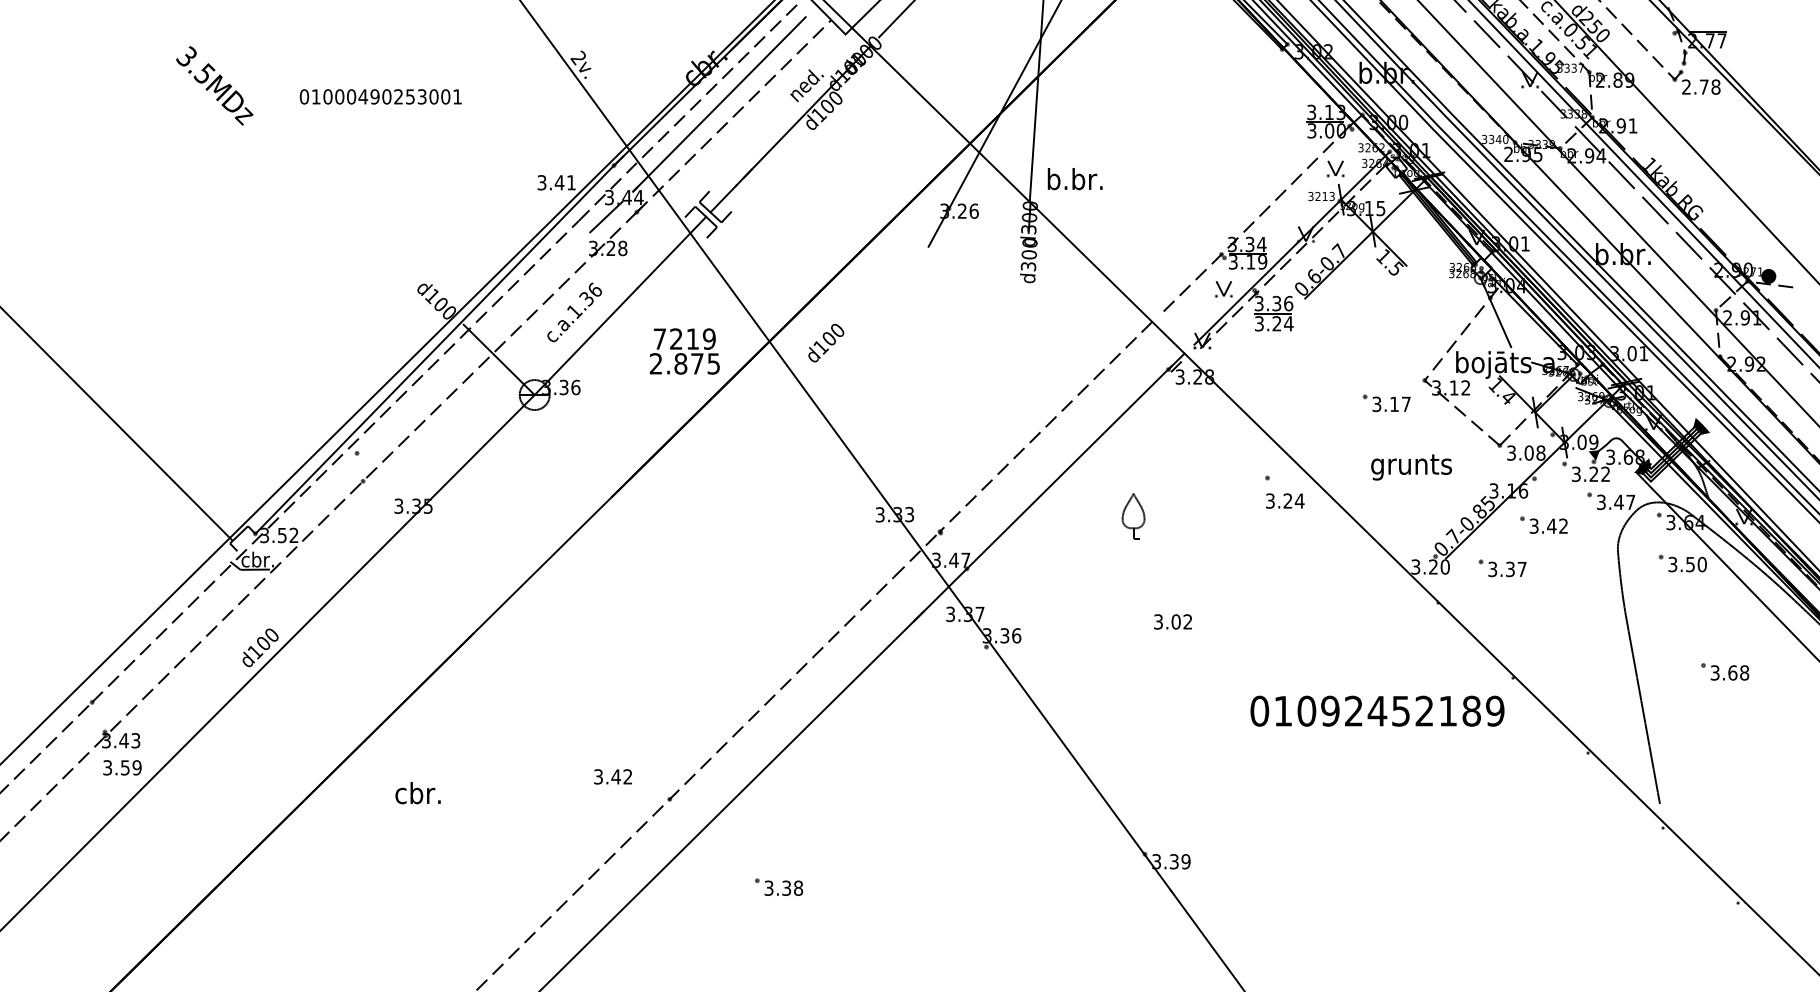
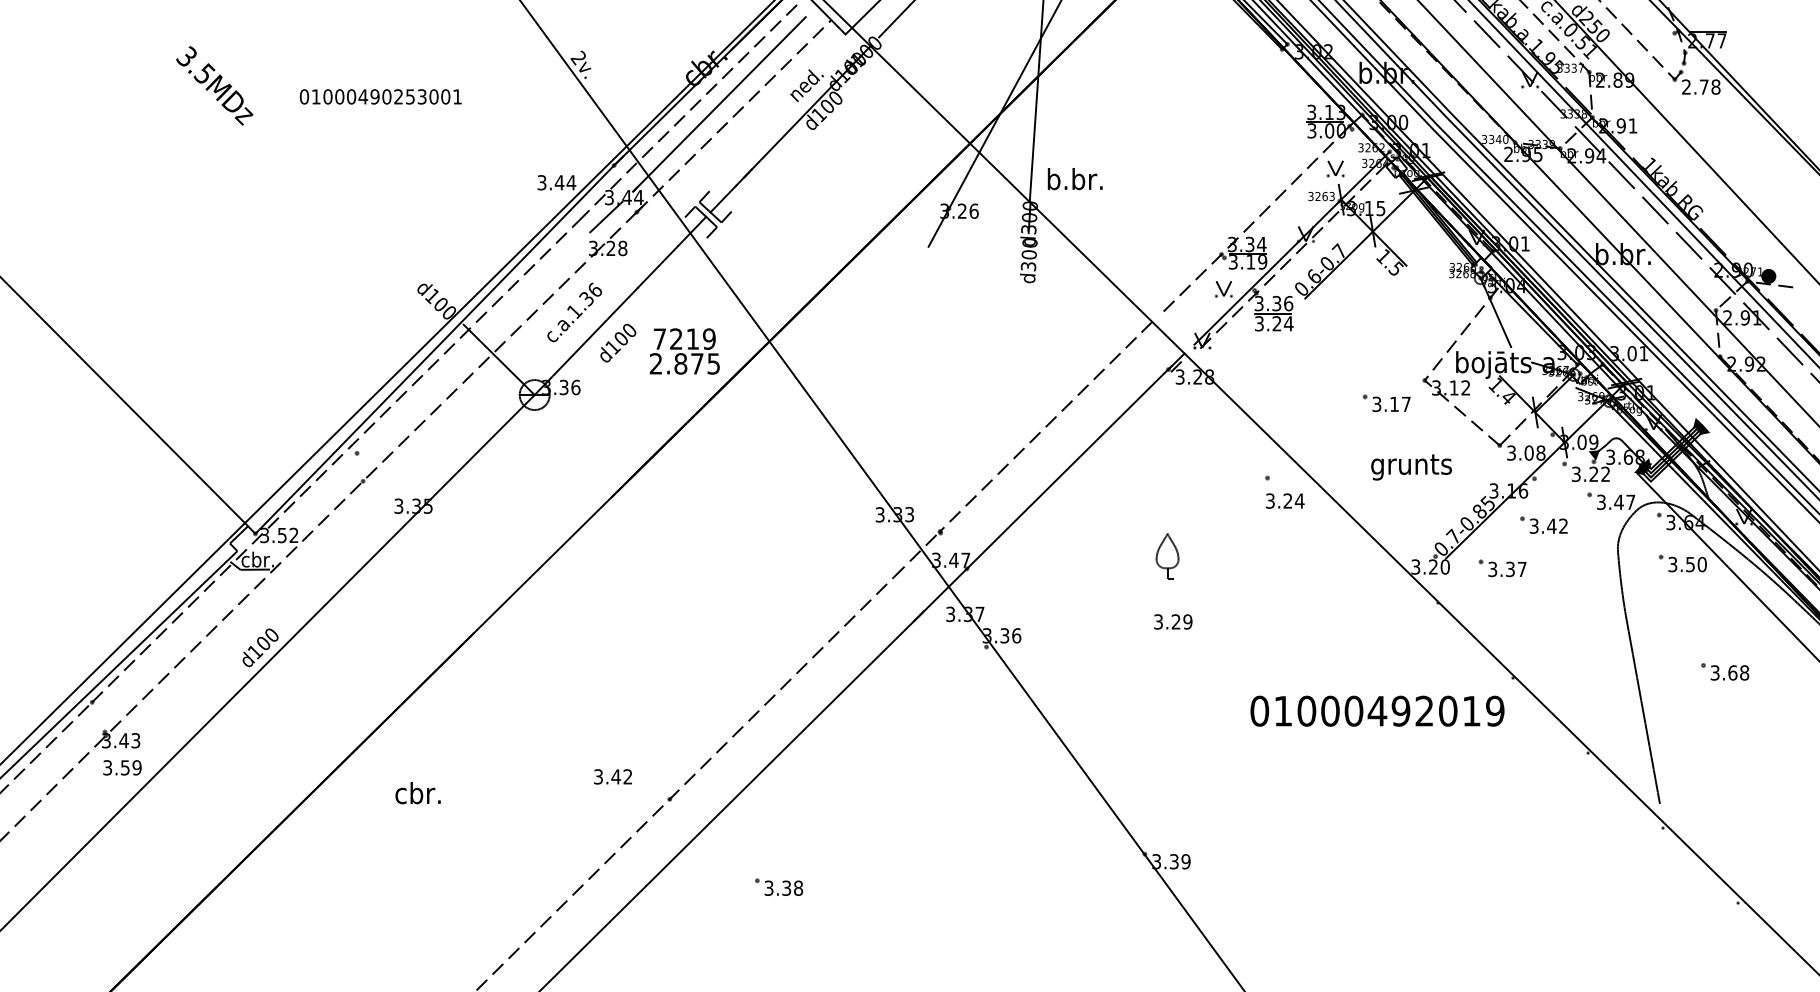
text at (571, 182): 3.41 -> 3.44
text at (1324, 196): 3213 -> 3263
text at (826, 342) position: (826, 342) -> (618, 342)
line at (117, 425) position: (117, 425) -> (125, 402)
part at (1133, 516) position: (1133, 516) -> (1167, 556)
text at (1181, 621): 3.02 -> 3.29
line at (119, 663): none -> present
text at (1400, 710): 01092452189 -> 01000492019
